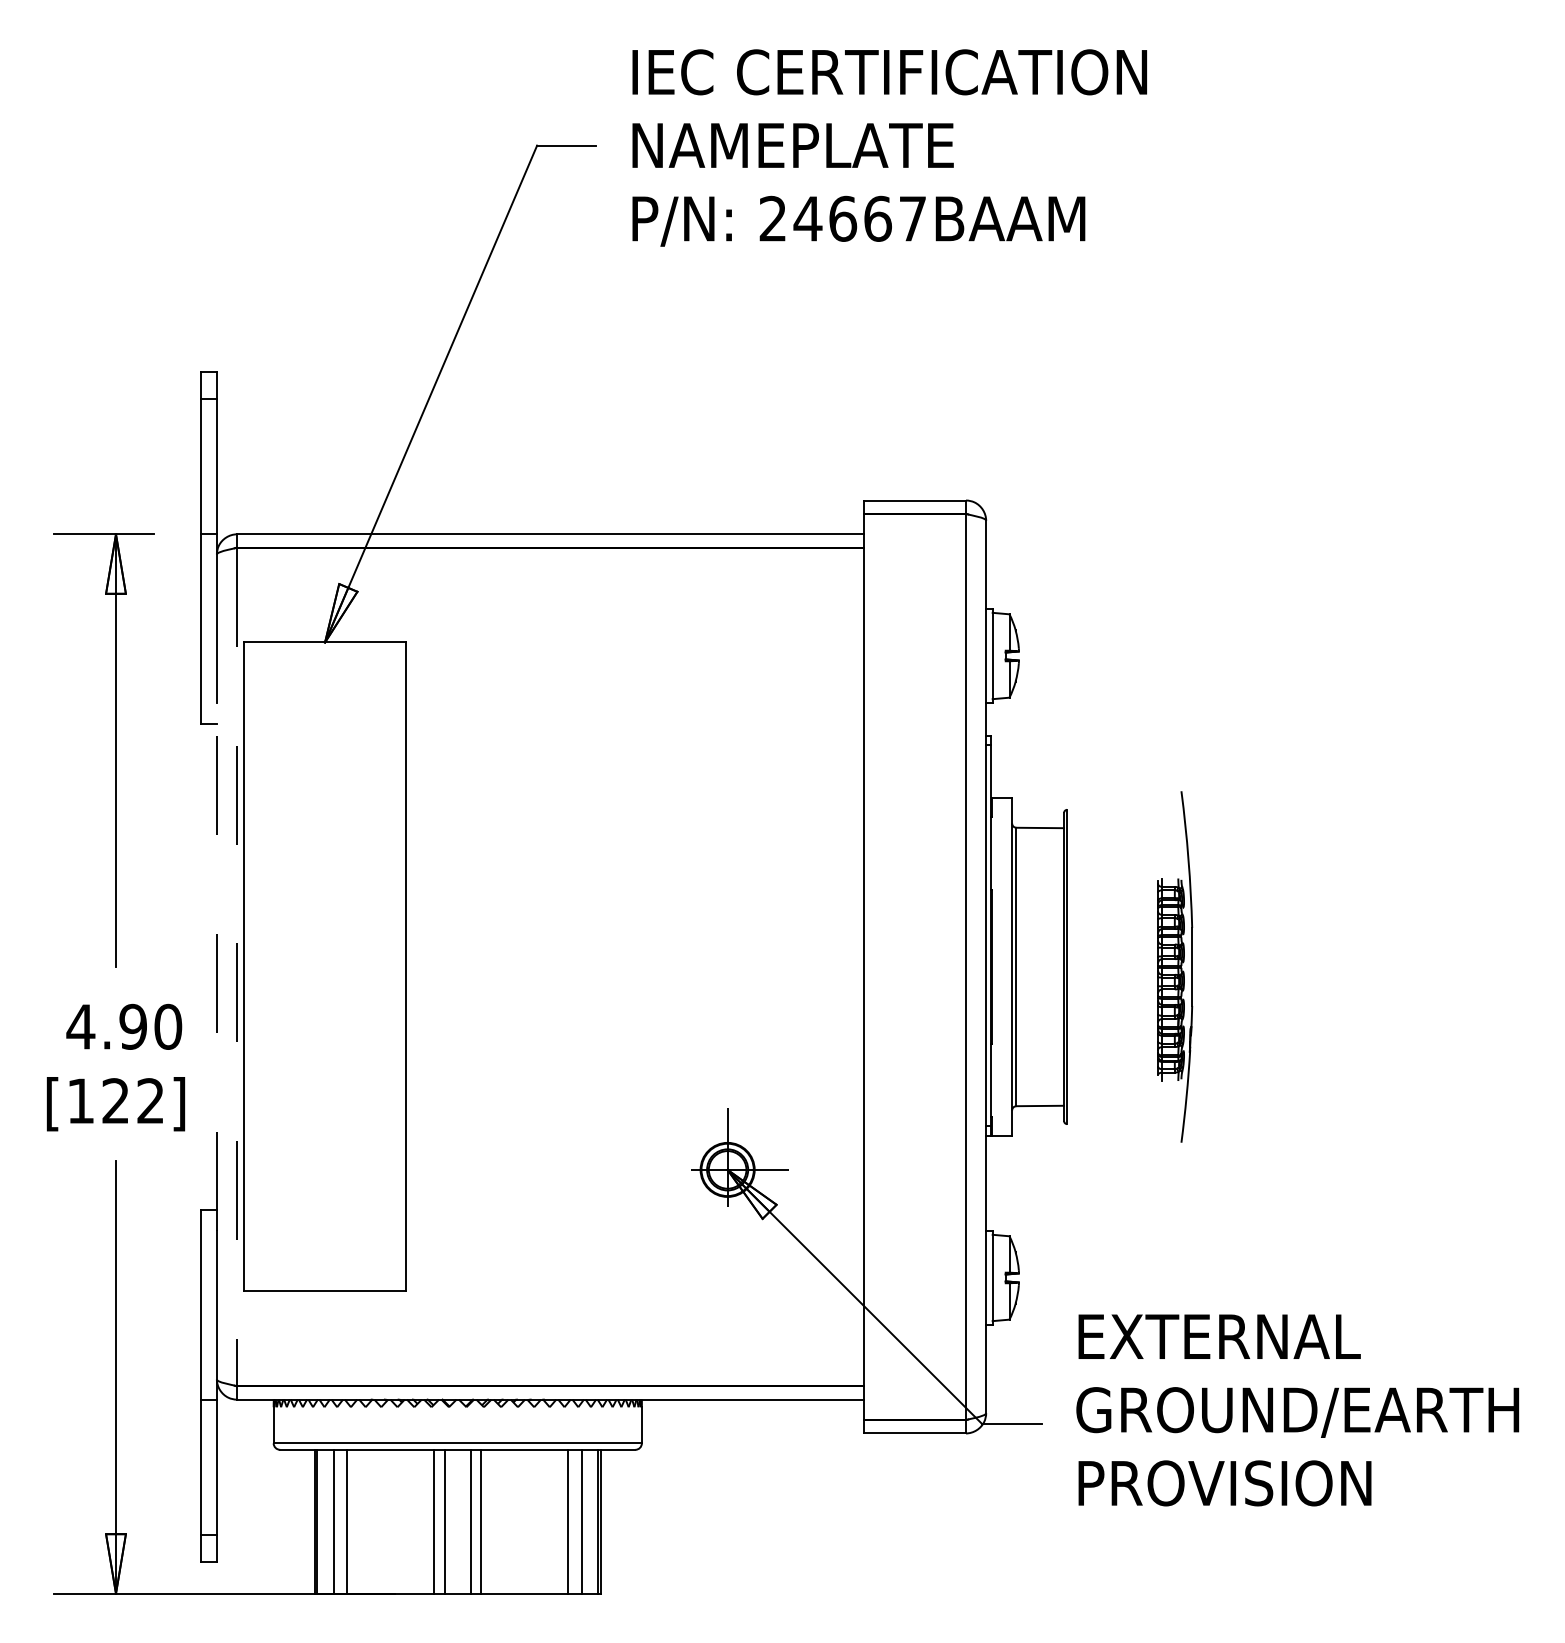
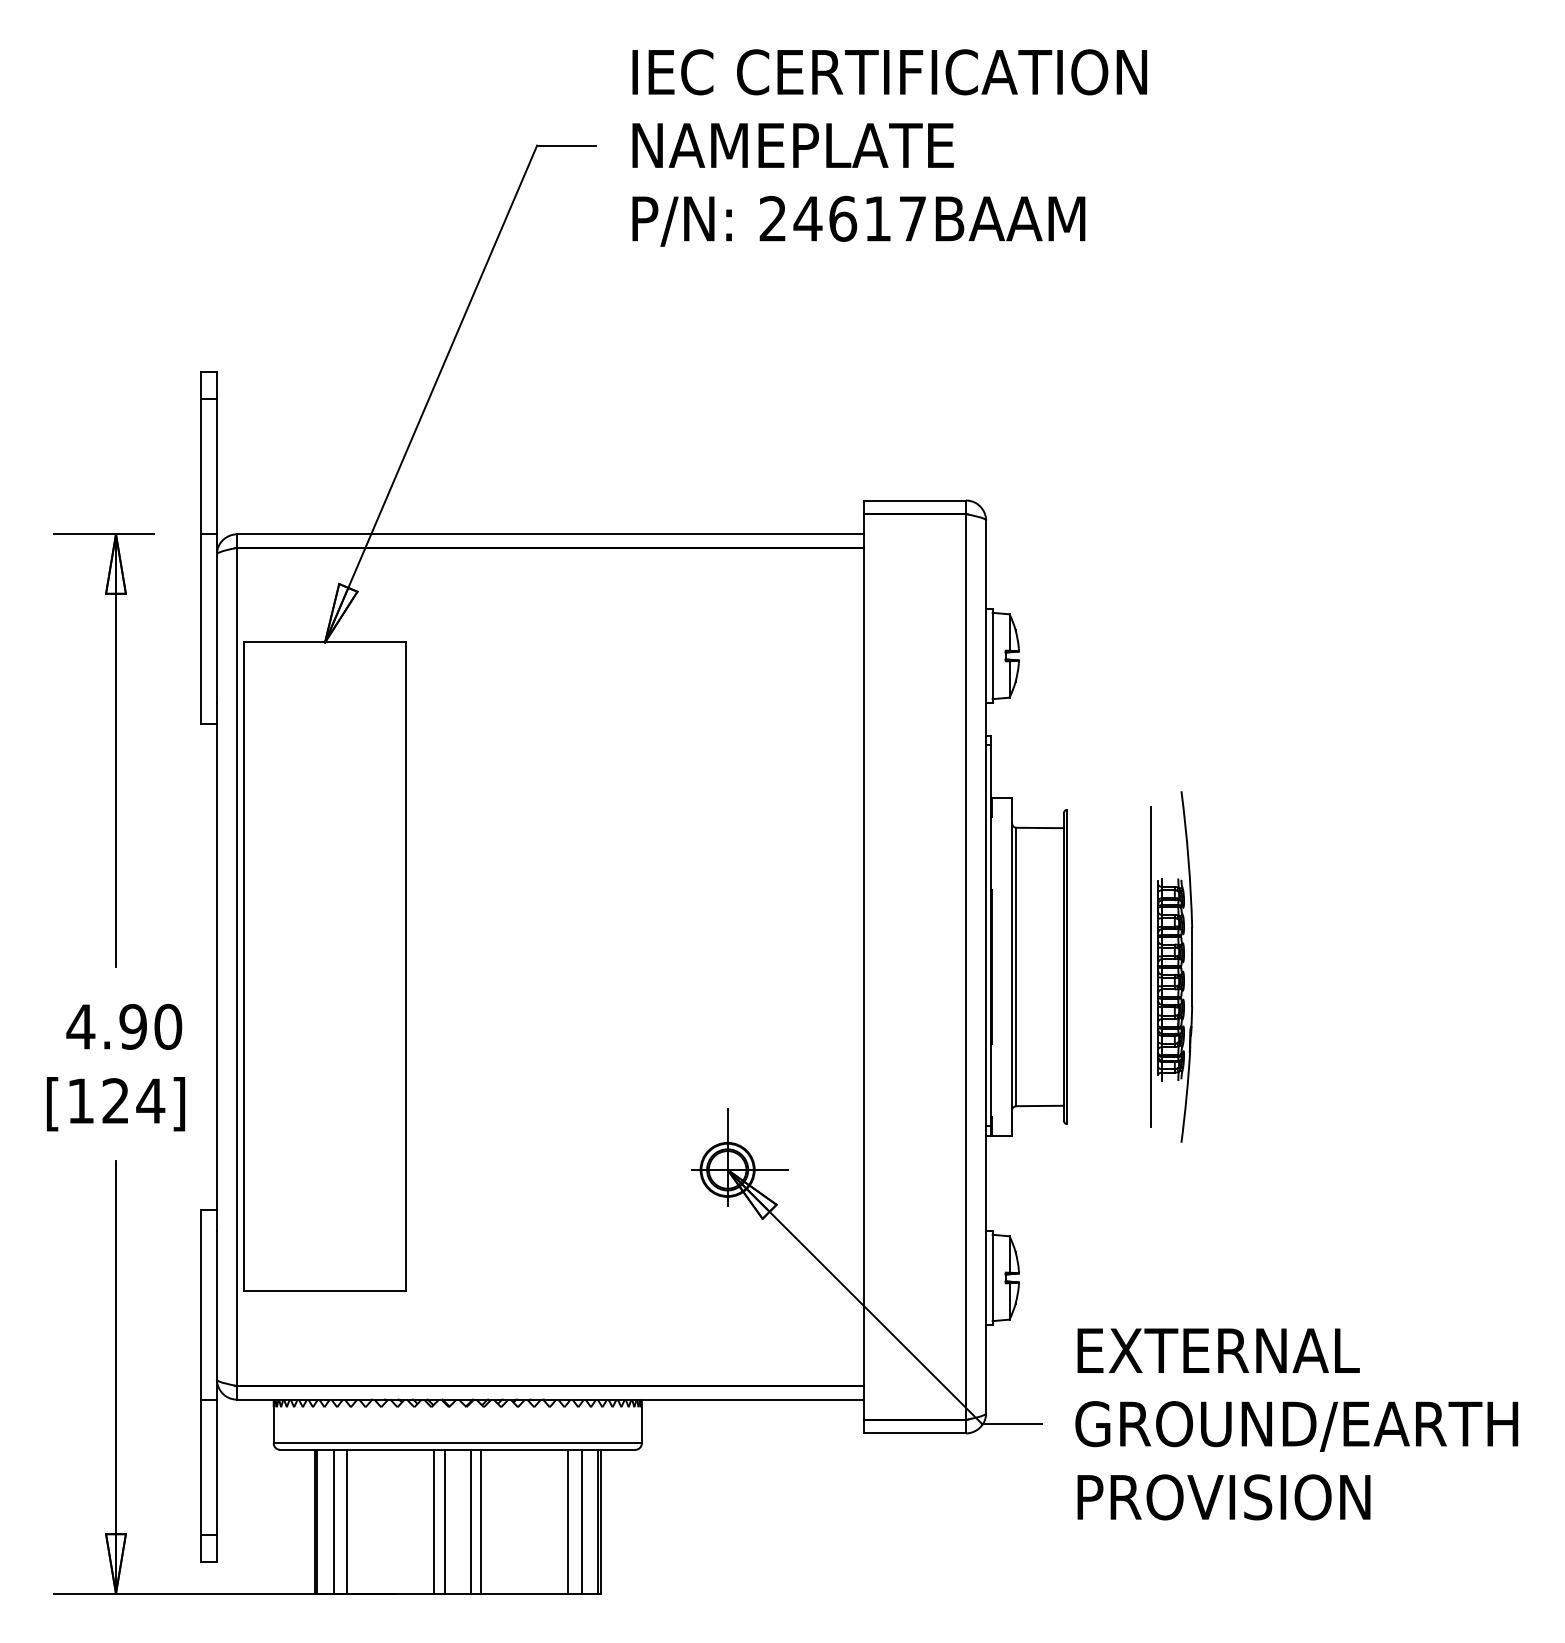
text at (877, 218): 24667BAAM -> 24617BAAM
line at (216, 966): dashed -> solid
line at (1150, 966): none -> present
line at (237, 967): dashed -> solid
text at (150, 1100): [122] -> [124]
text at (1297, 1410) position: (1297, 1410) -> (1296, 1424)
